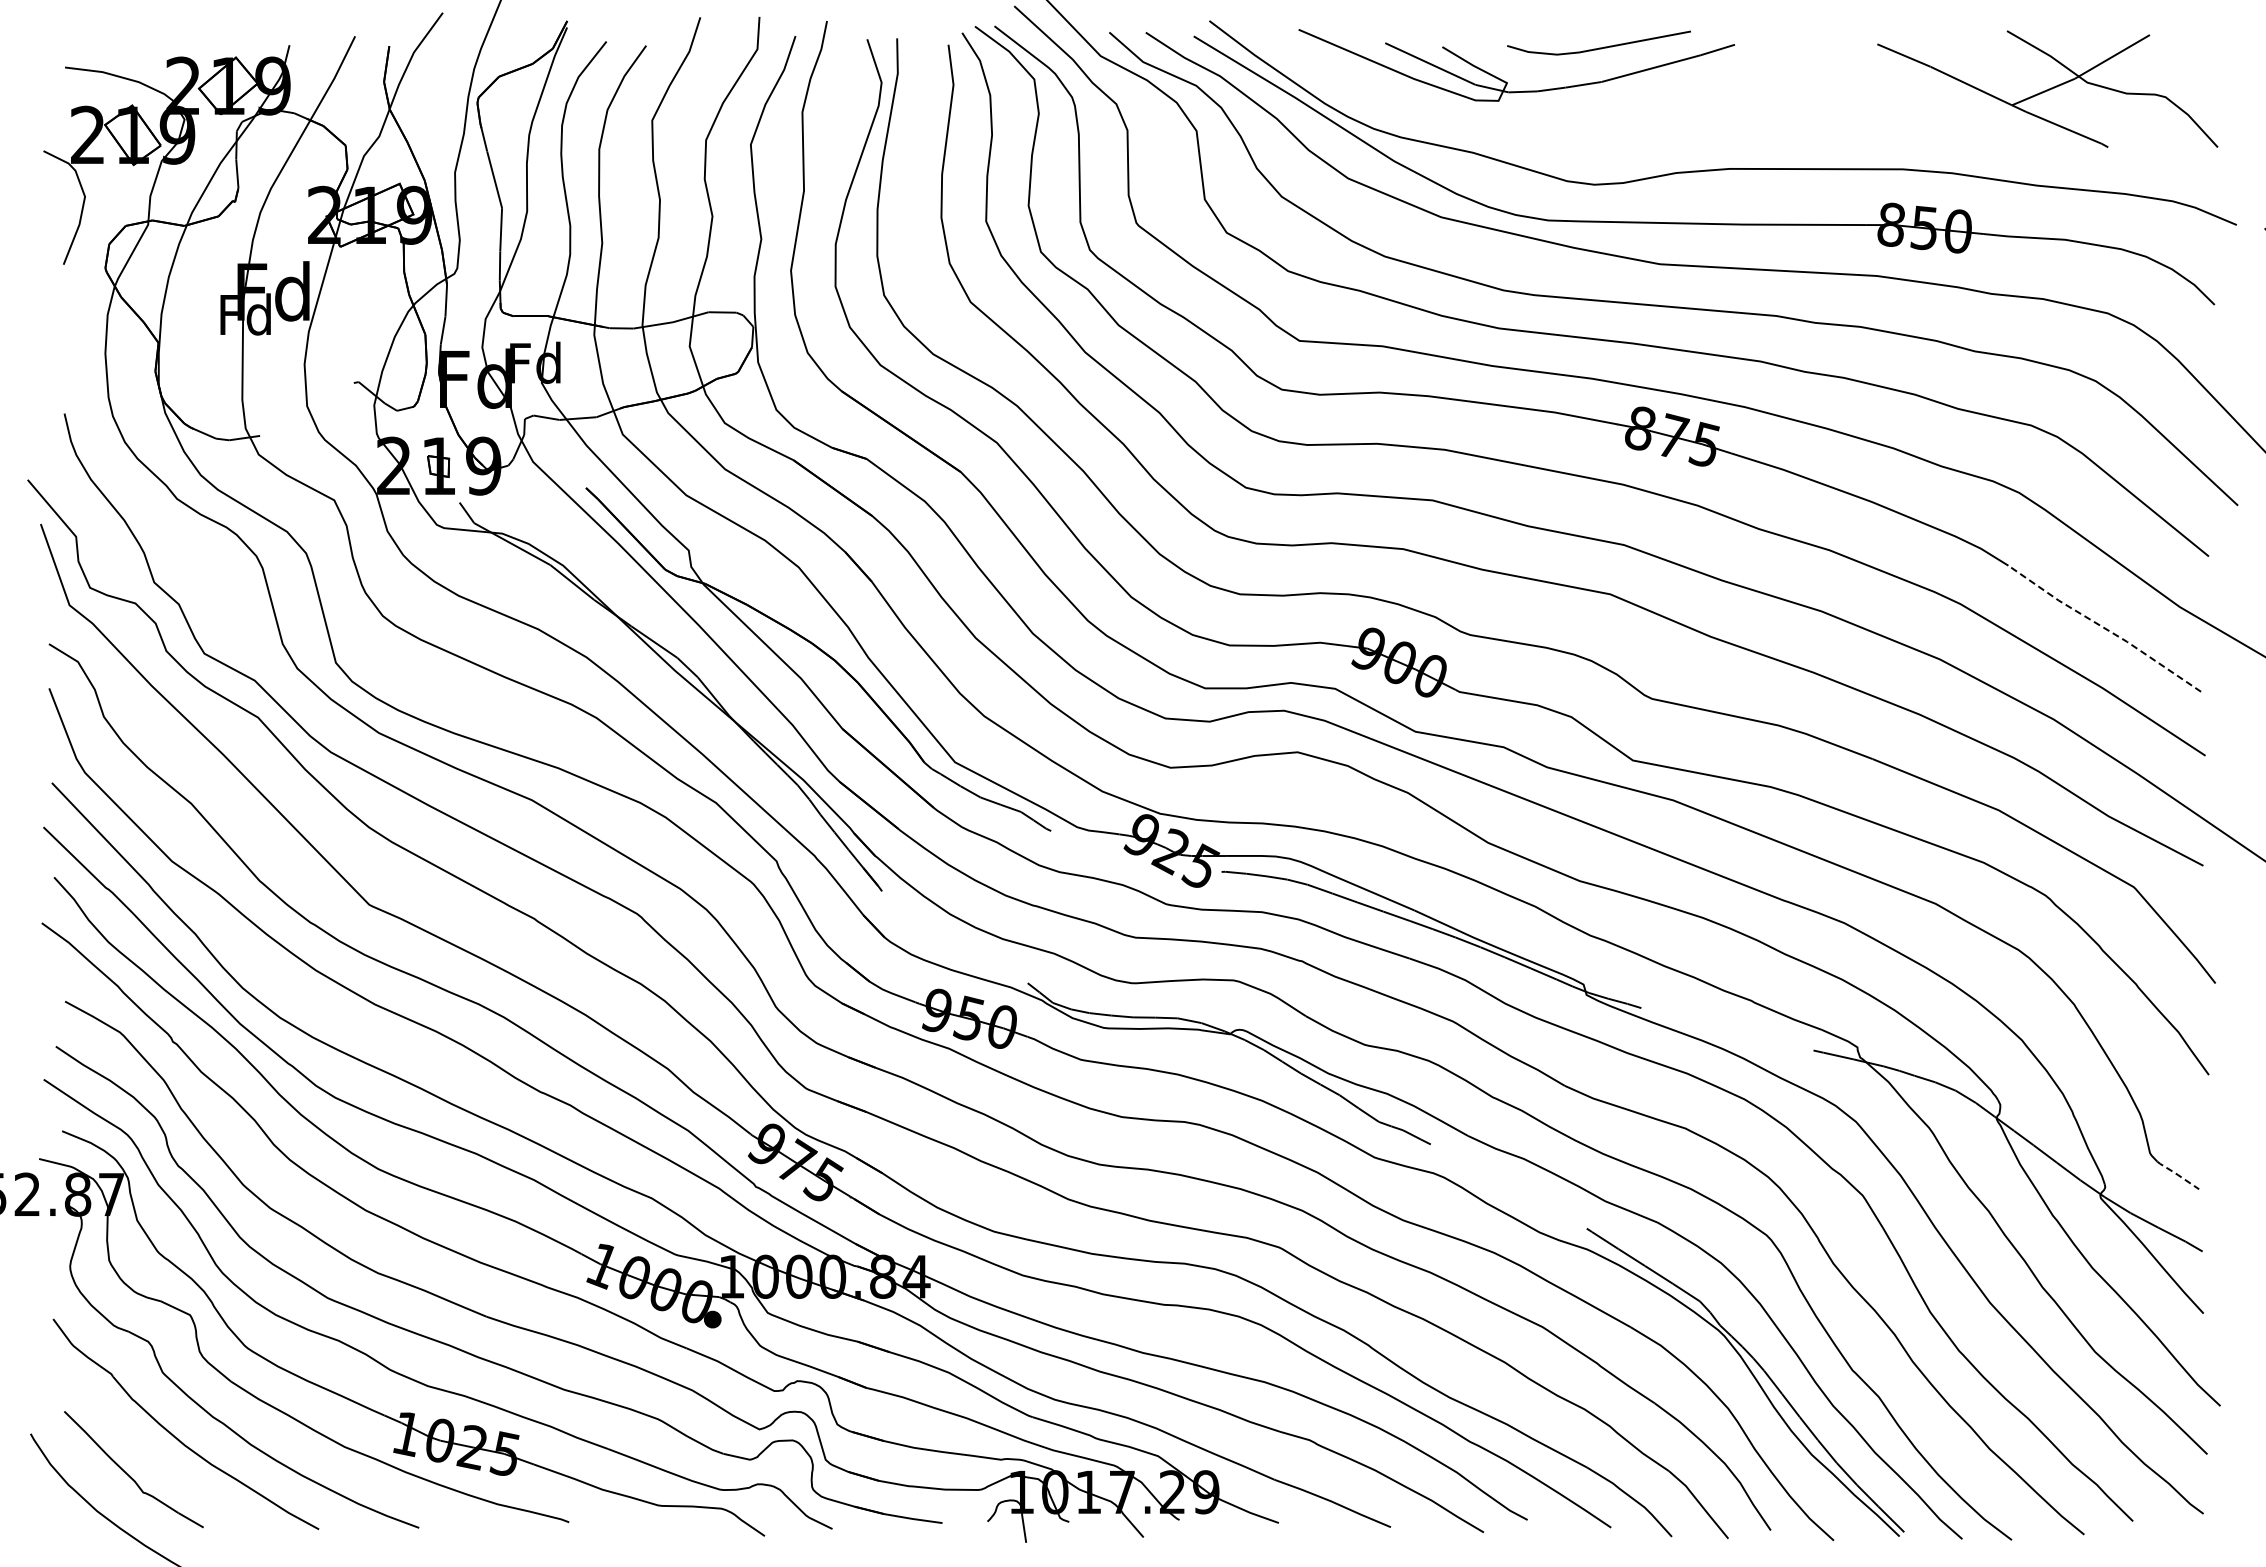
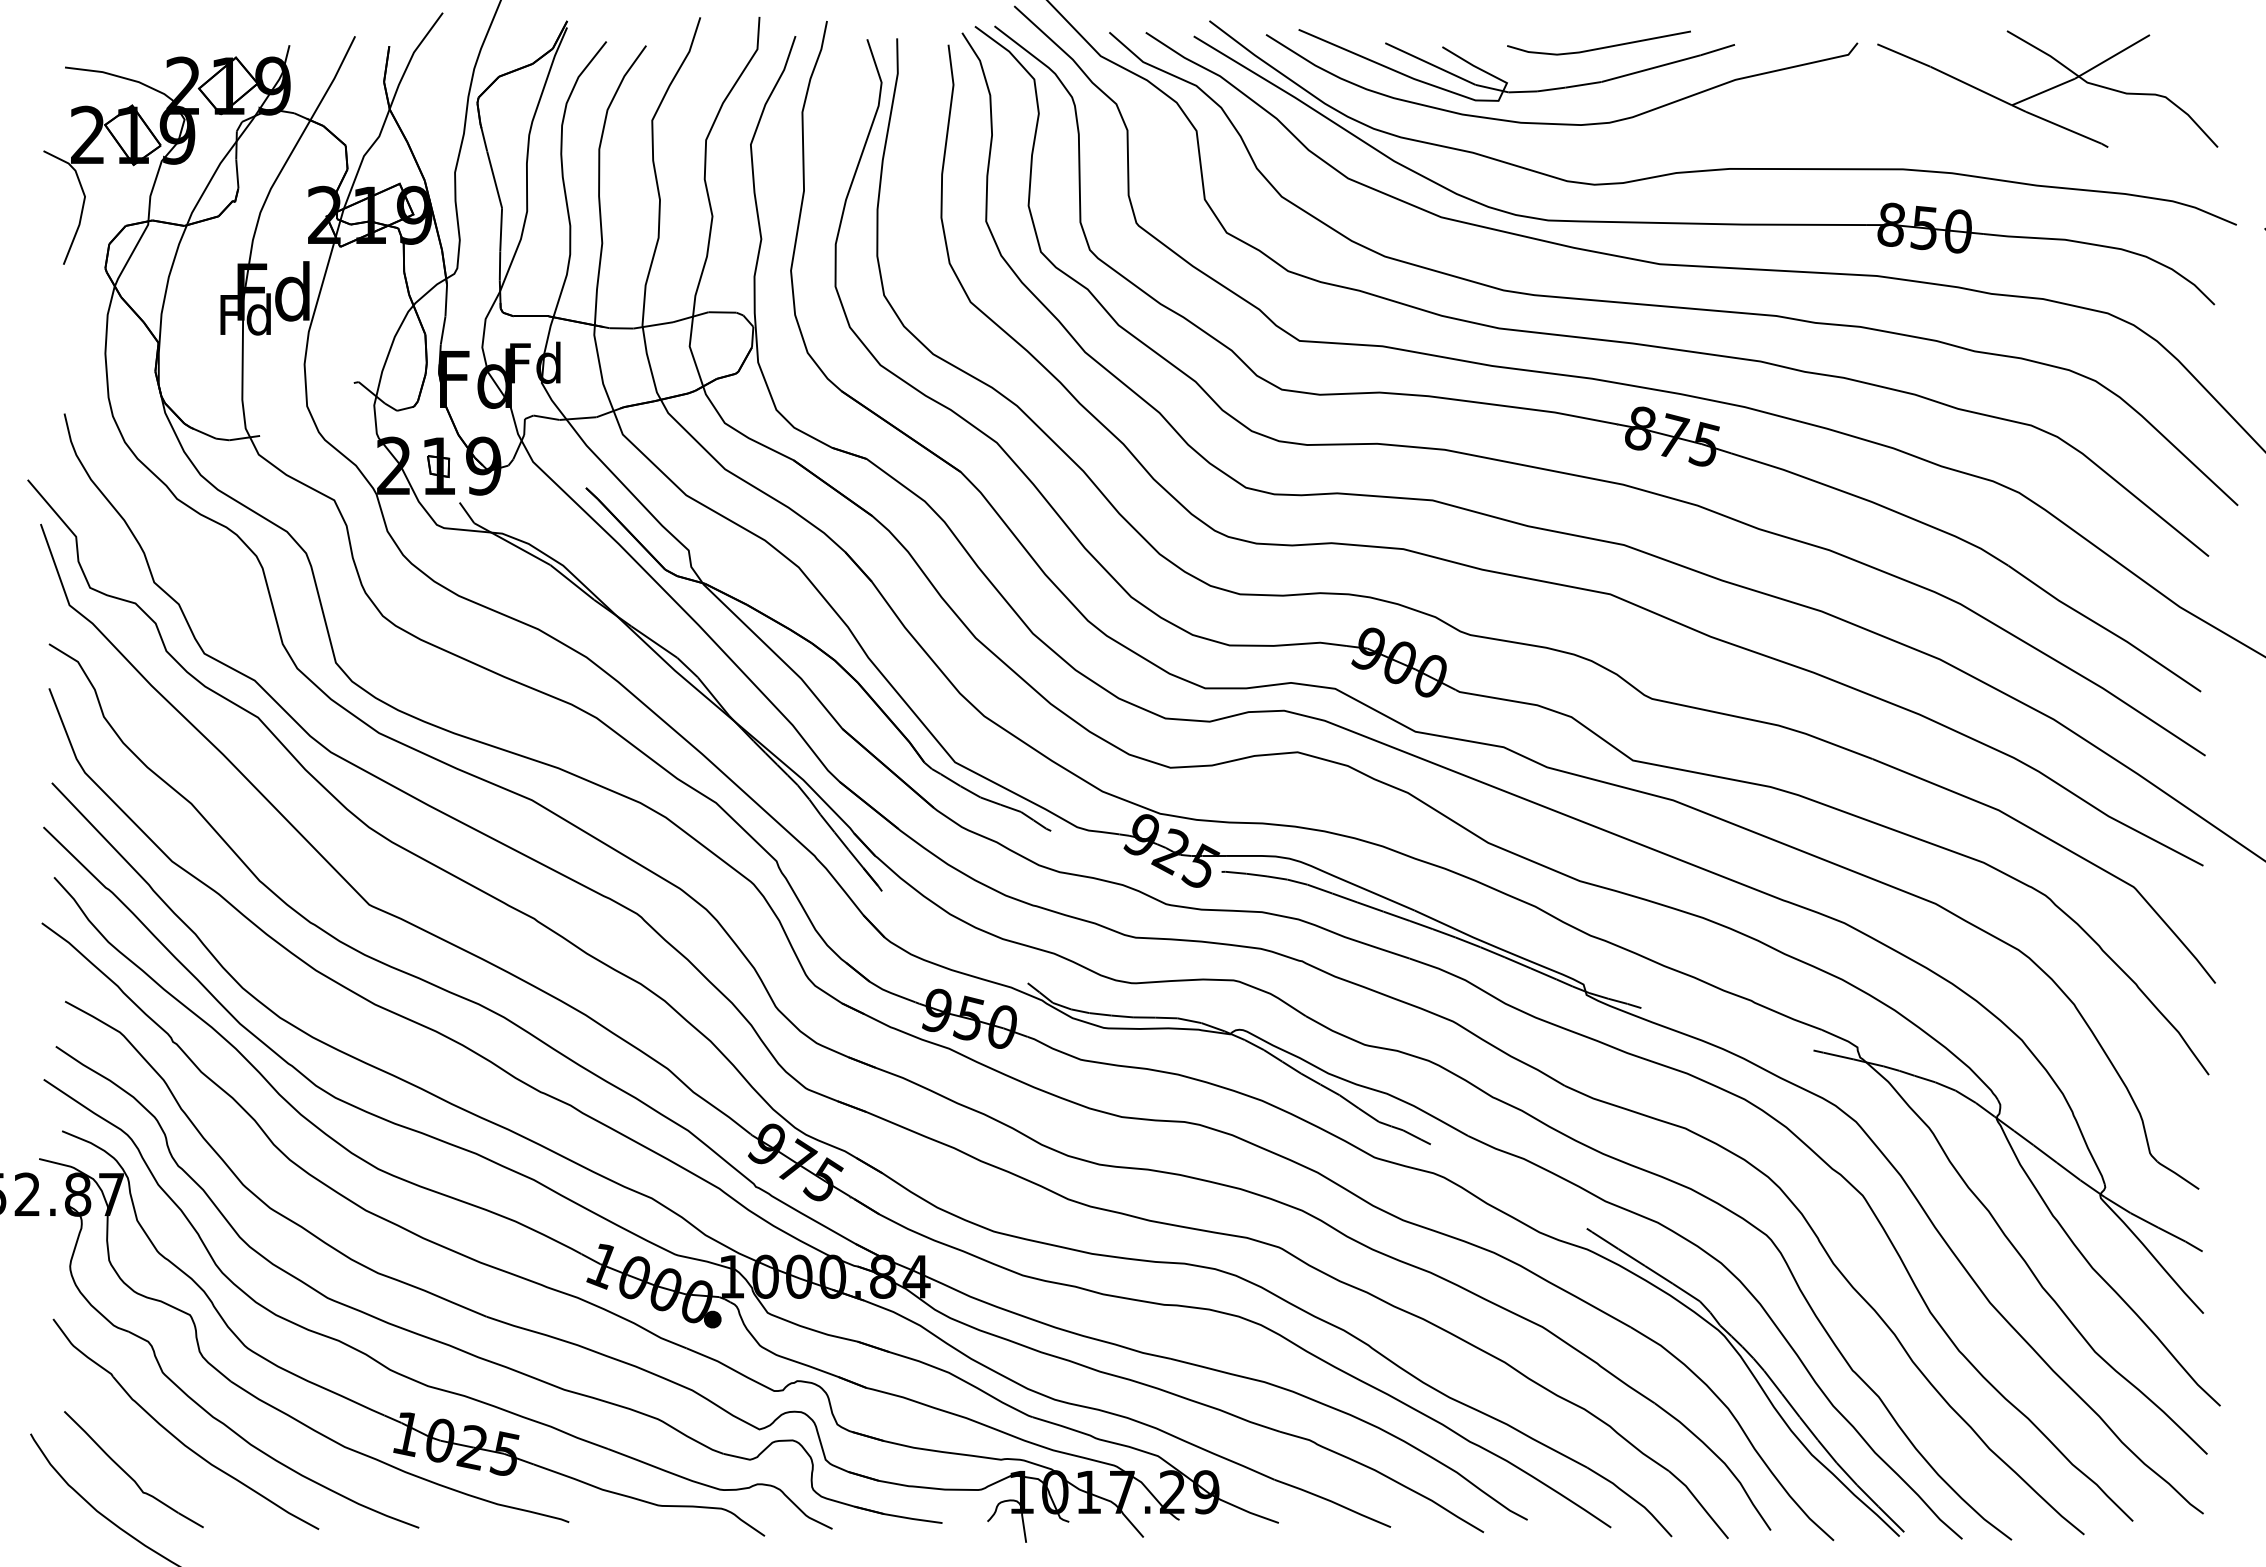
curve at (1561, 123): none -> present
line at (2104, 628): dashed -> solid
line at (2177, 1174): dashed -> solid
